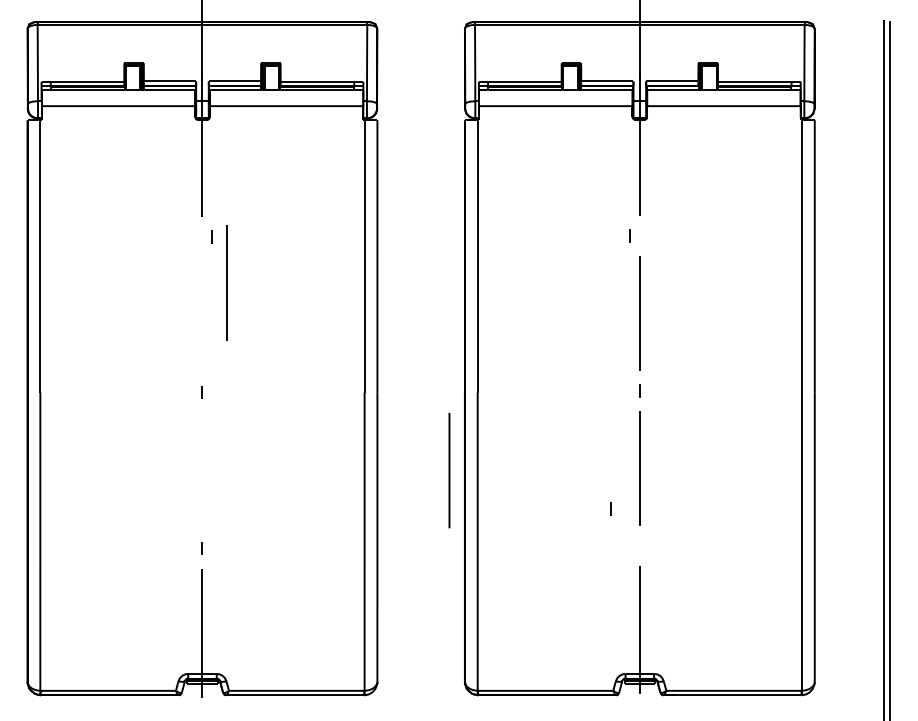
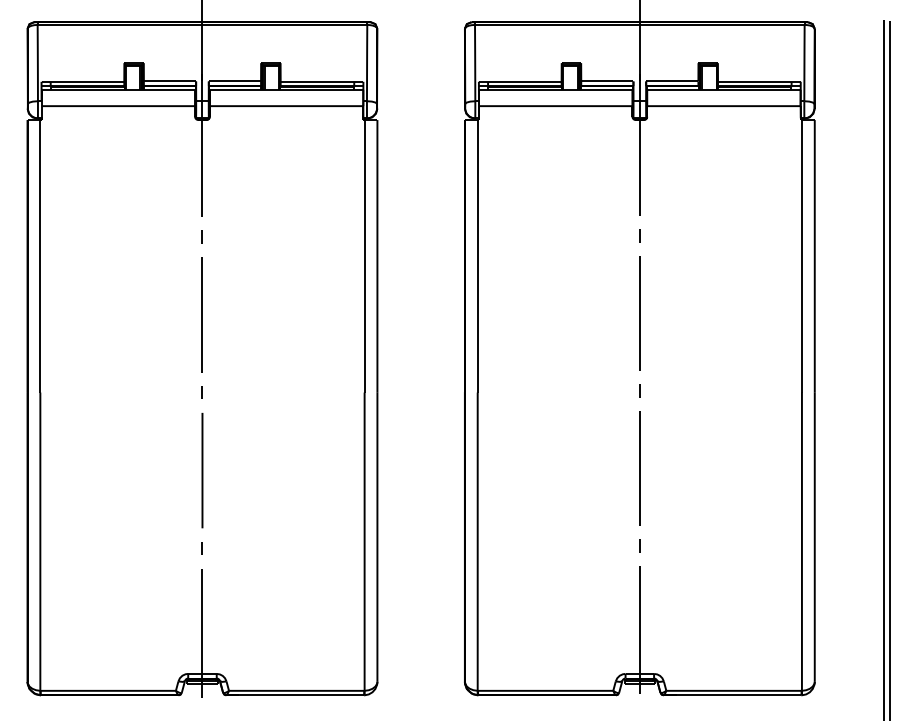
line at (629, 235) position: (629, 235) -> (639, 235)
line at (211, 236) position: (211, 236) -> (201, 236)
line at (226, 282) position: (226, 282) -> (201, 314)
line at (449, 470) position: (449, 470) -> (202, 470)
line at (610, 508) position: (610, 508) -> (639, 545)
